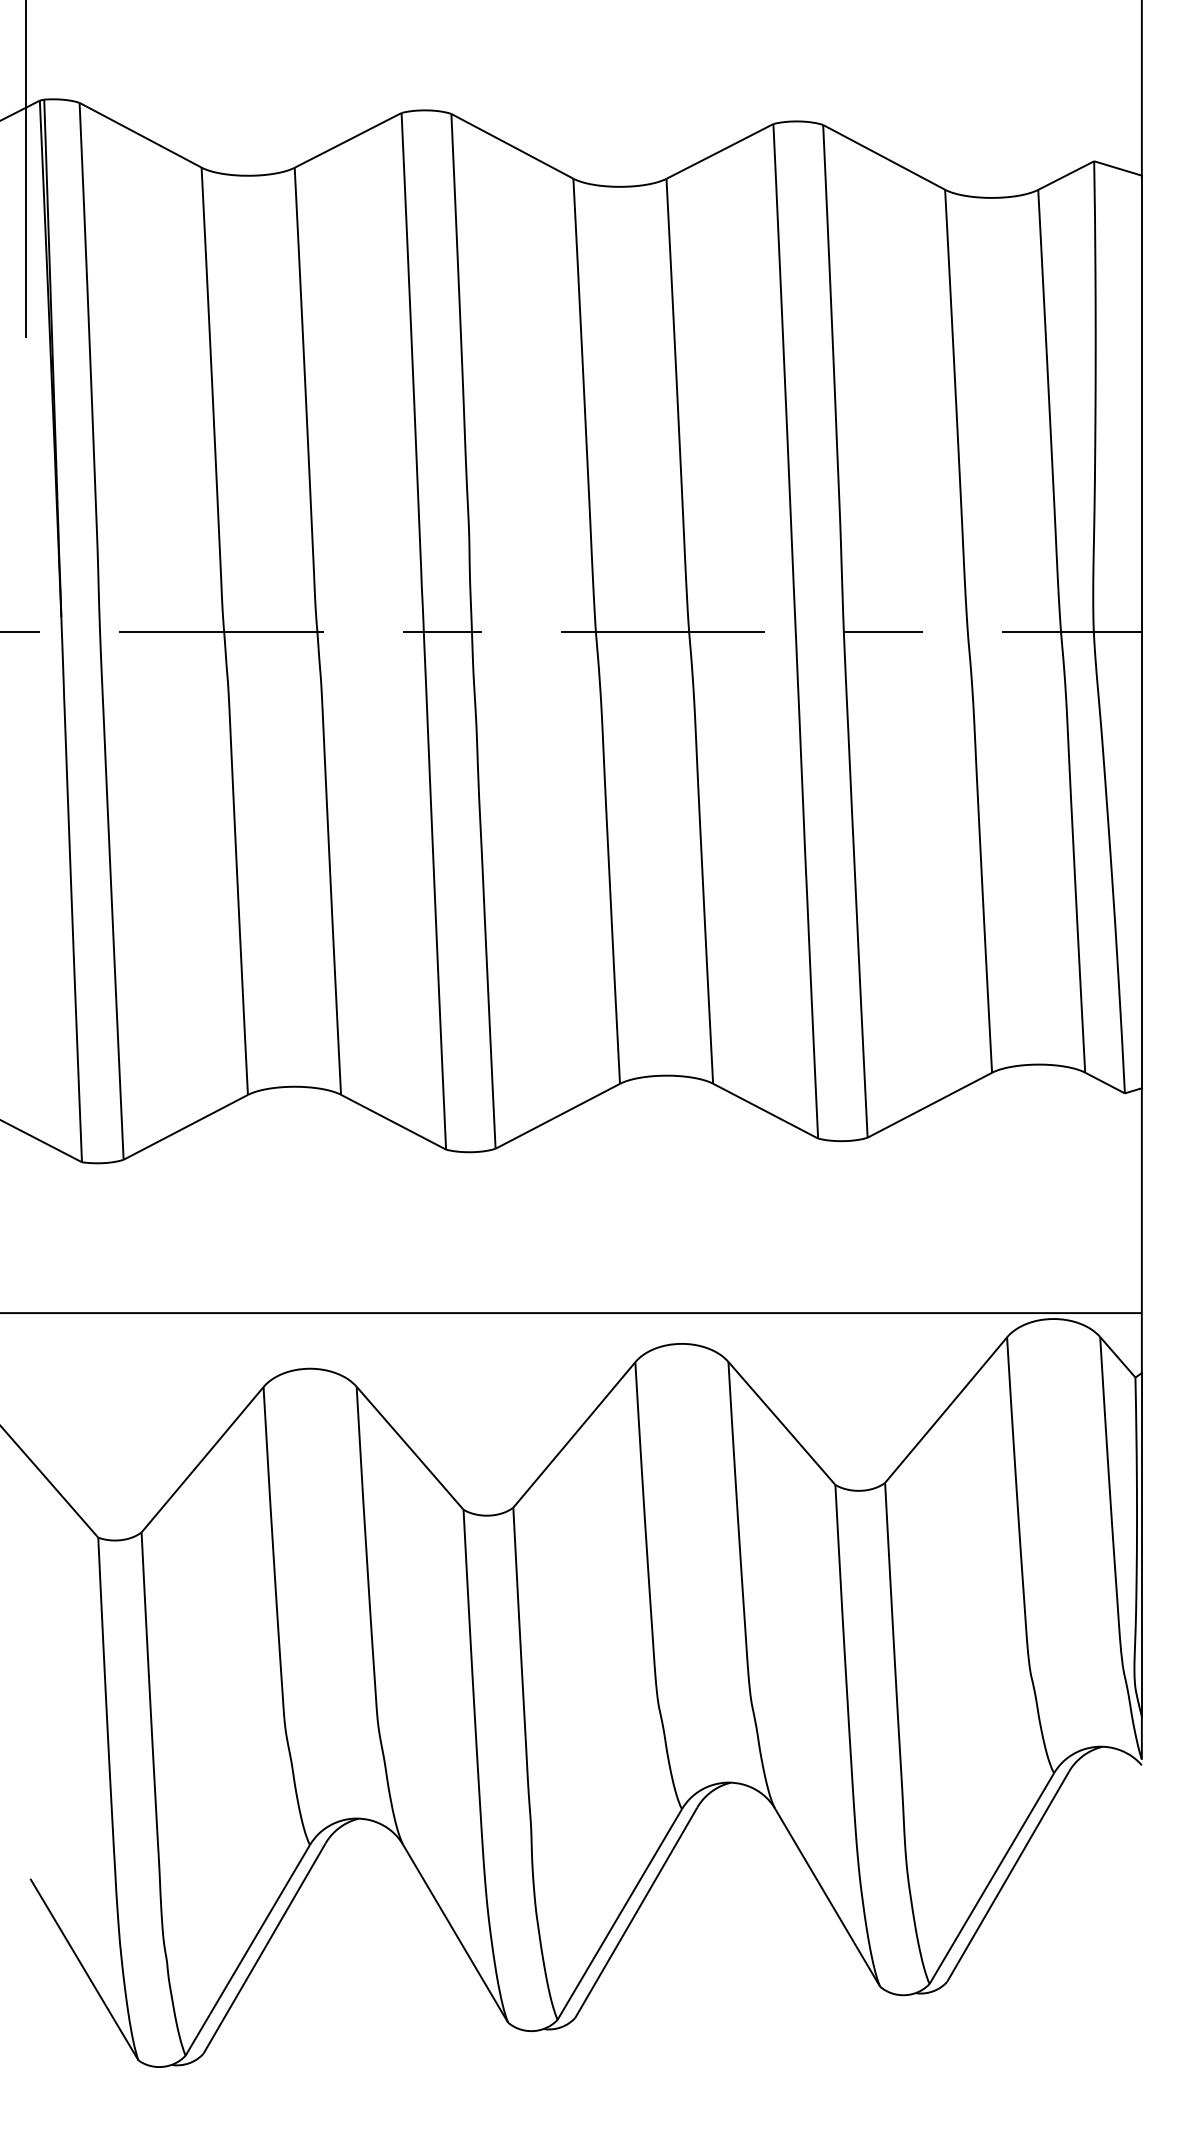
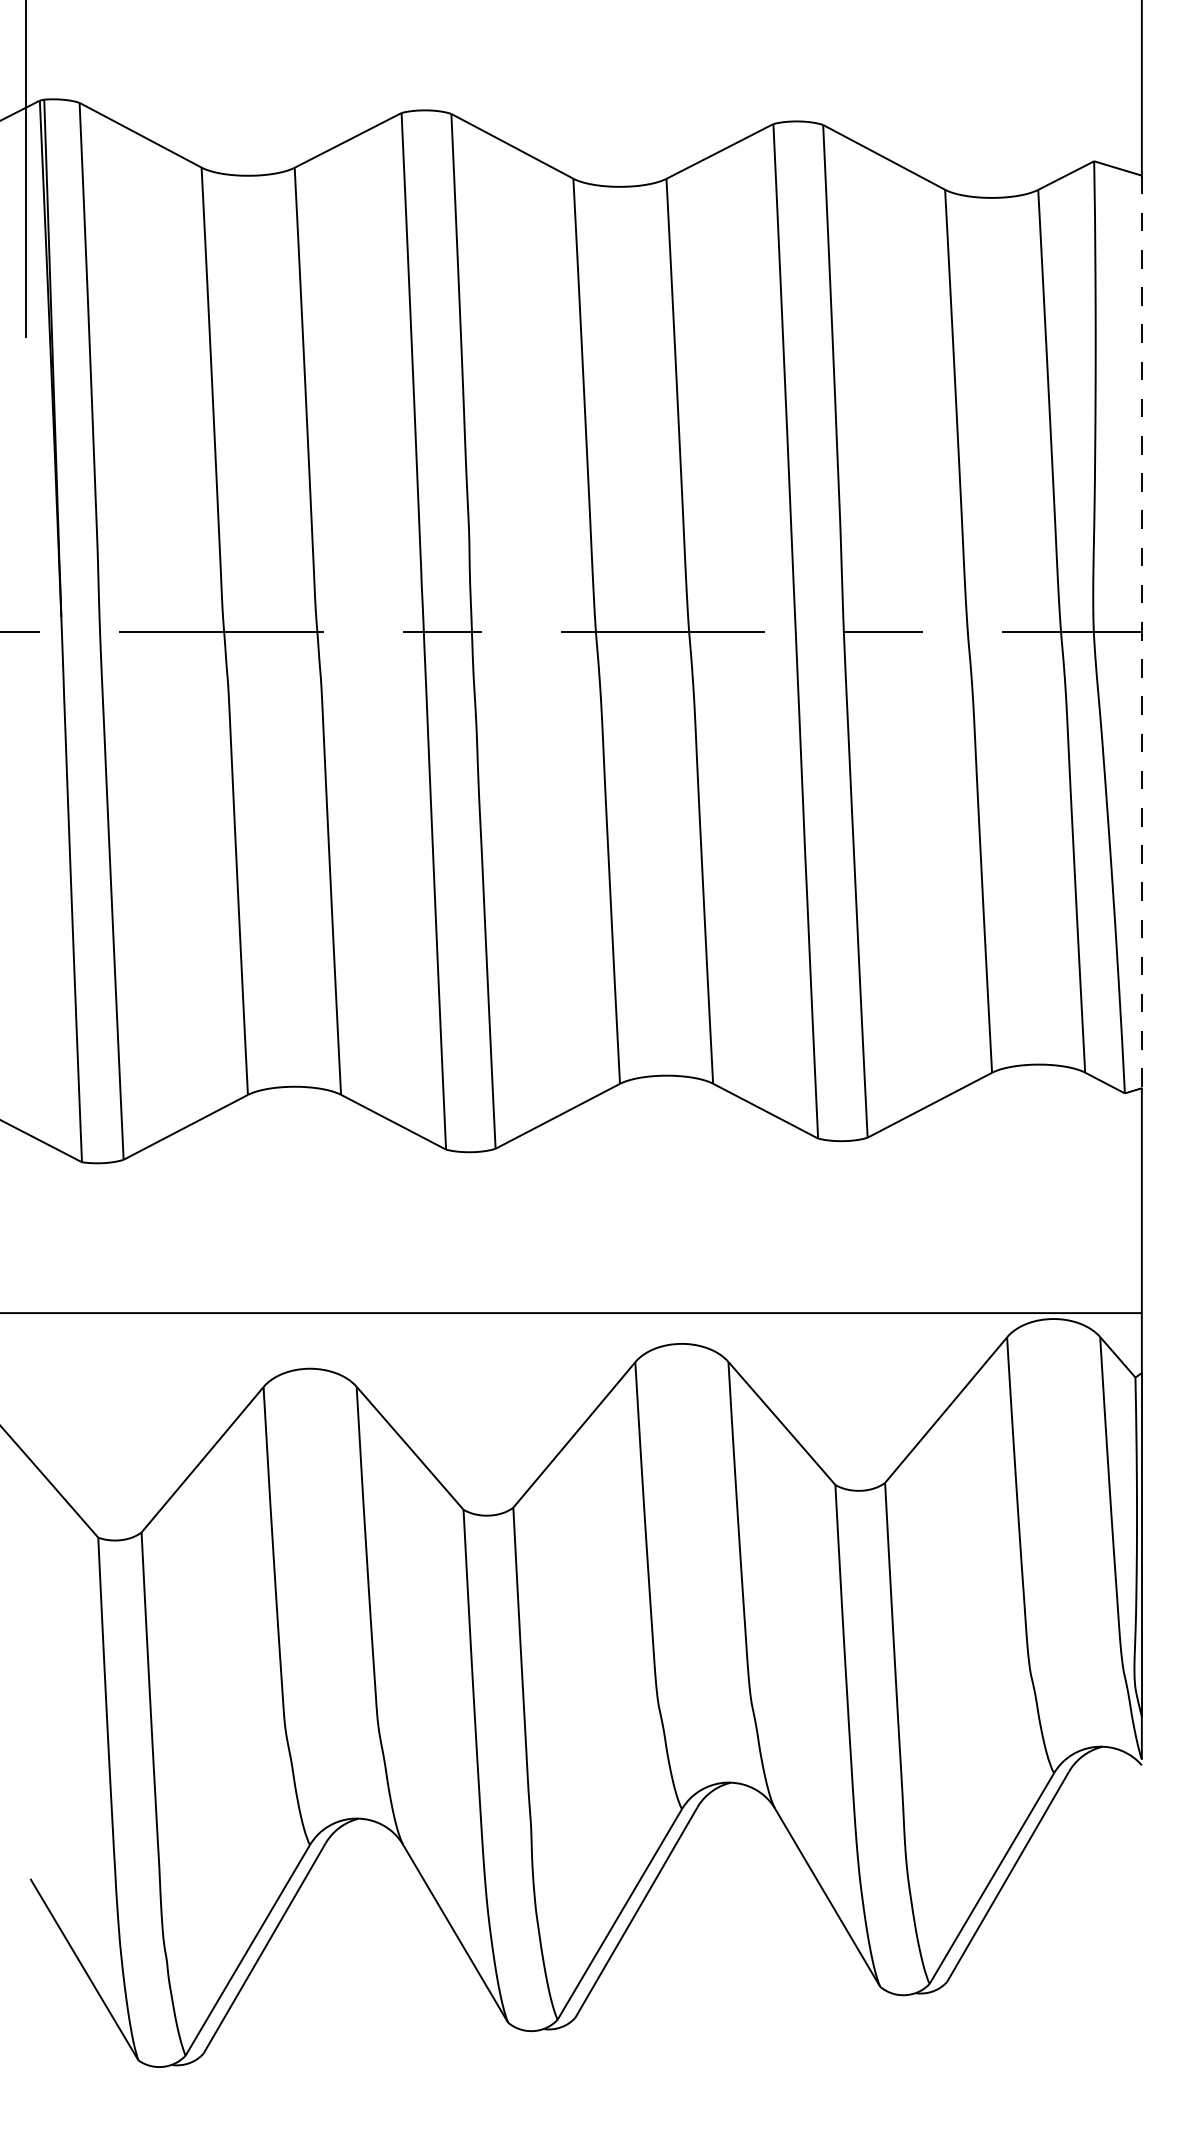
line at (1141, 632): solid -> dashed
